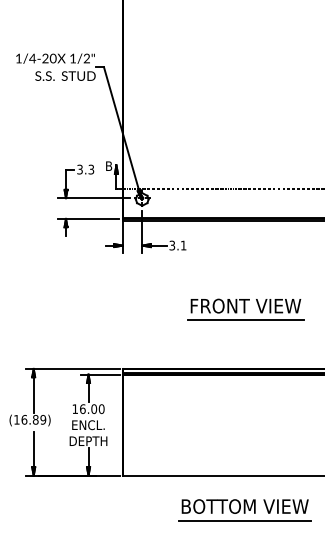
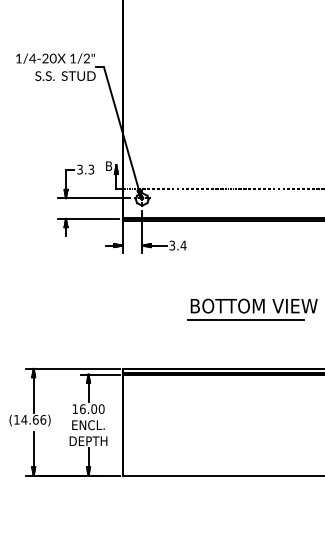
text at (183, 245): 3.1 -> 3.4
text at (254, 305): FRONT VIEW -> BOTTOM VIEW
text at (33, 419): (16.89) -> (14.66)
part at (244, 510): present -> none
